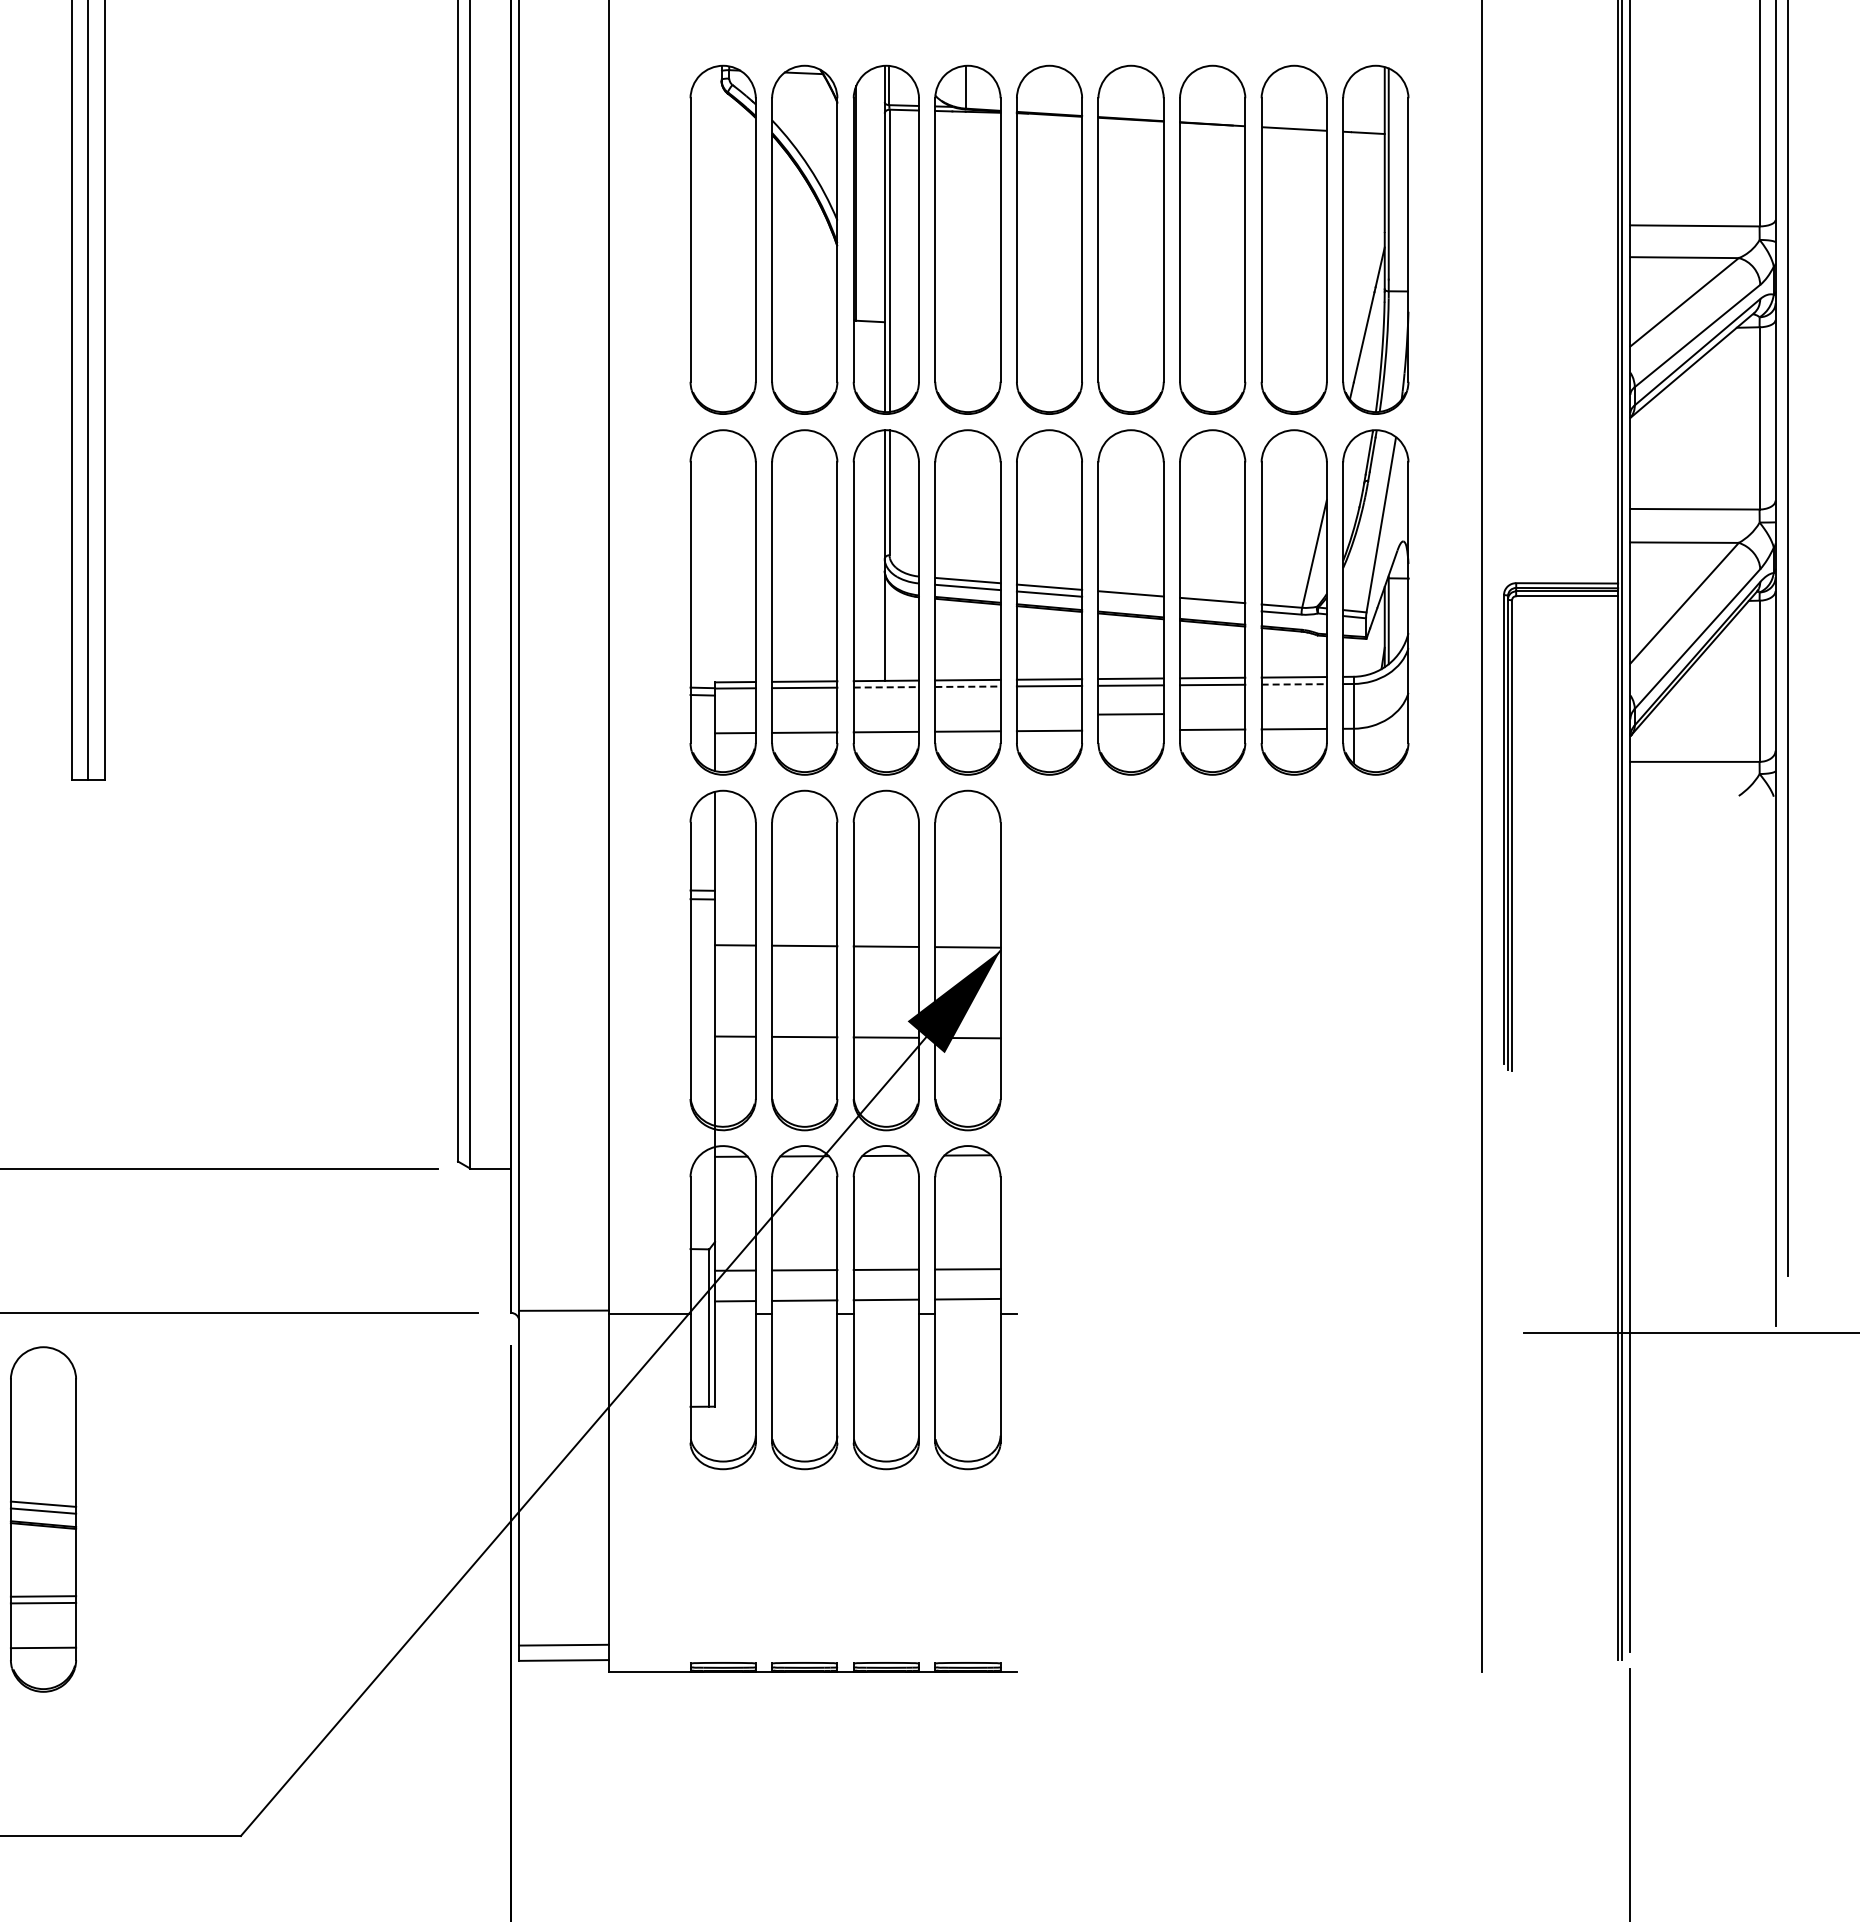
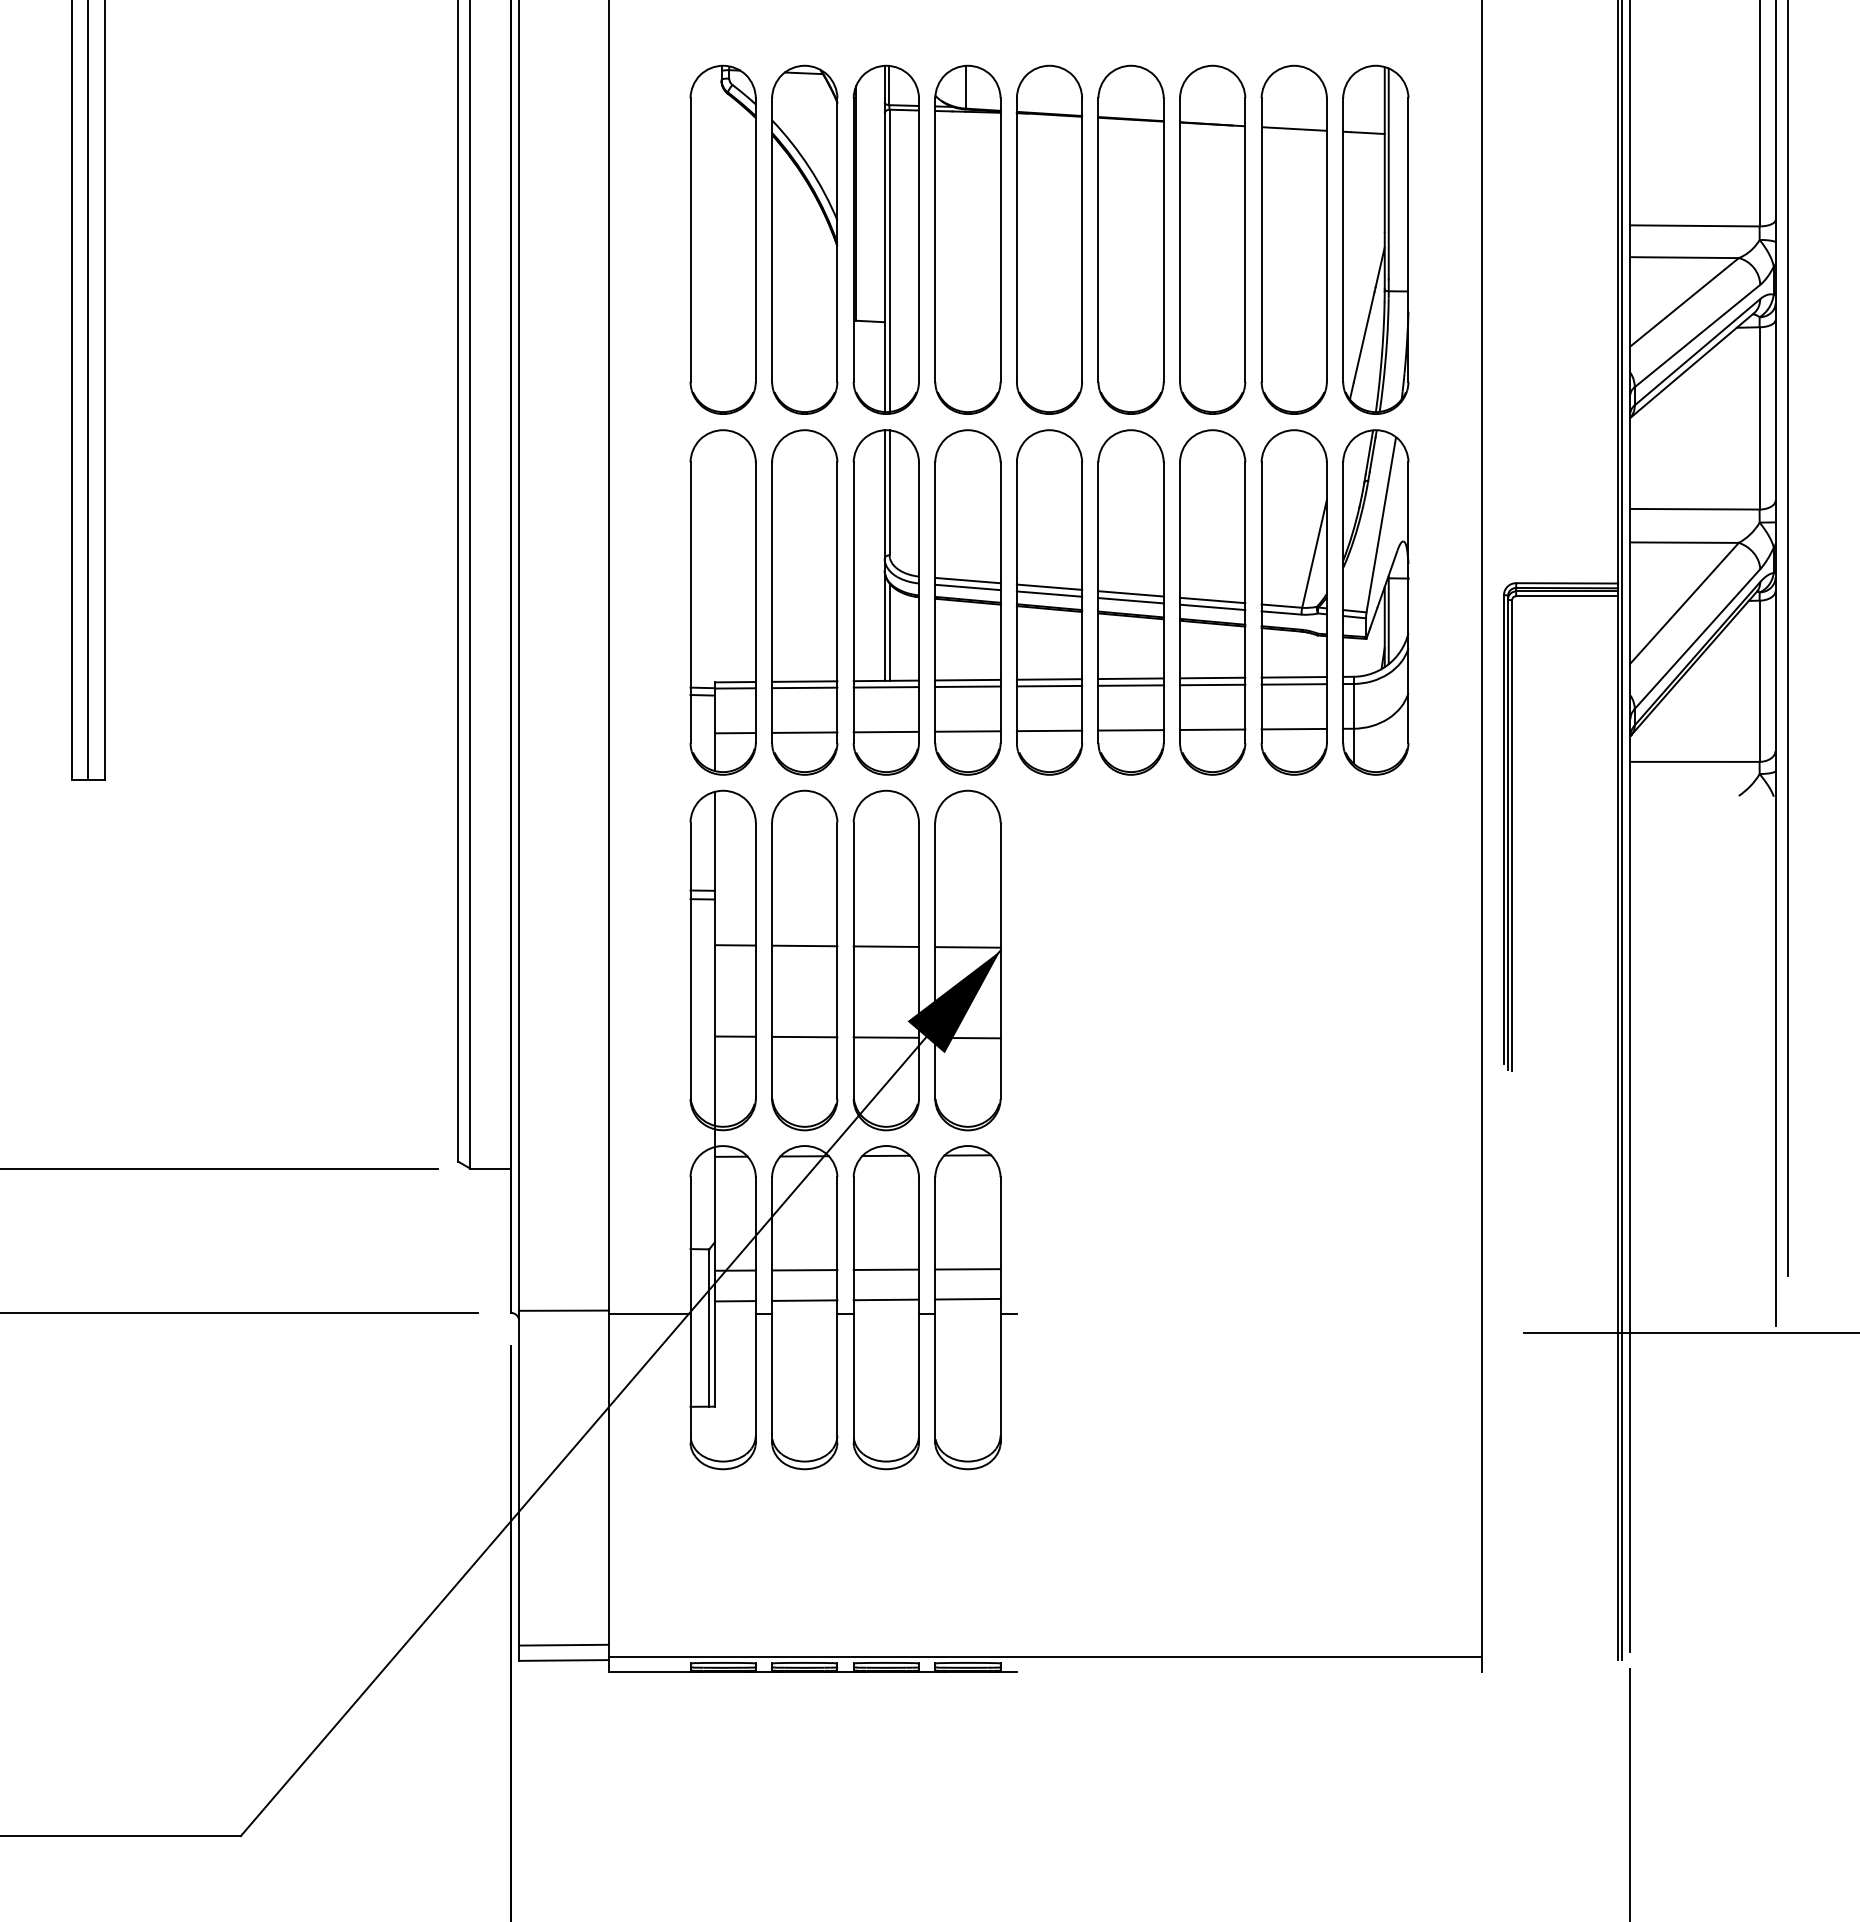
line at (1130, 600): none -> present
line at (1212, 607): none -> present
line at (889, 631): none -> present
line at (1294, 684): dashed -> solid
line at (967, 686): dashed -> solid
line at (886, 687): dashed -> solid
line at (1130, 714) position: (1130, 714) -> (1130, 730)
part at (43, 1519): present -> none
line at (1044, 1656): none -> present
